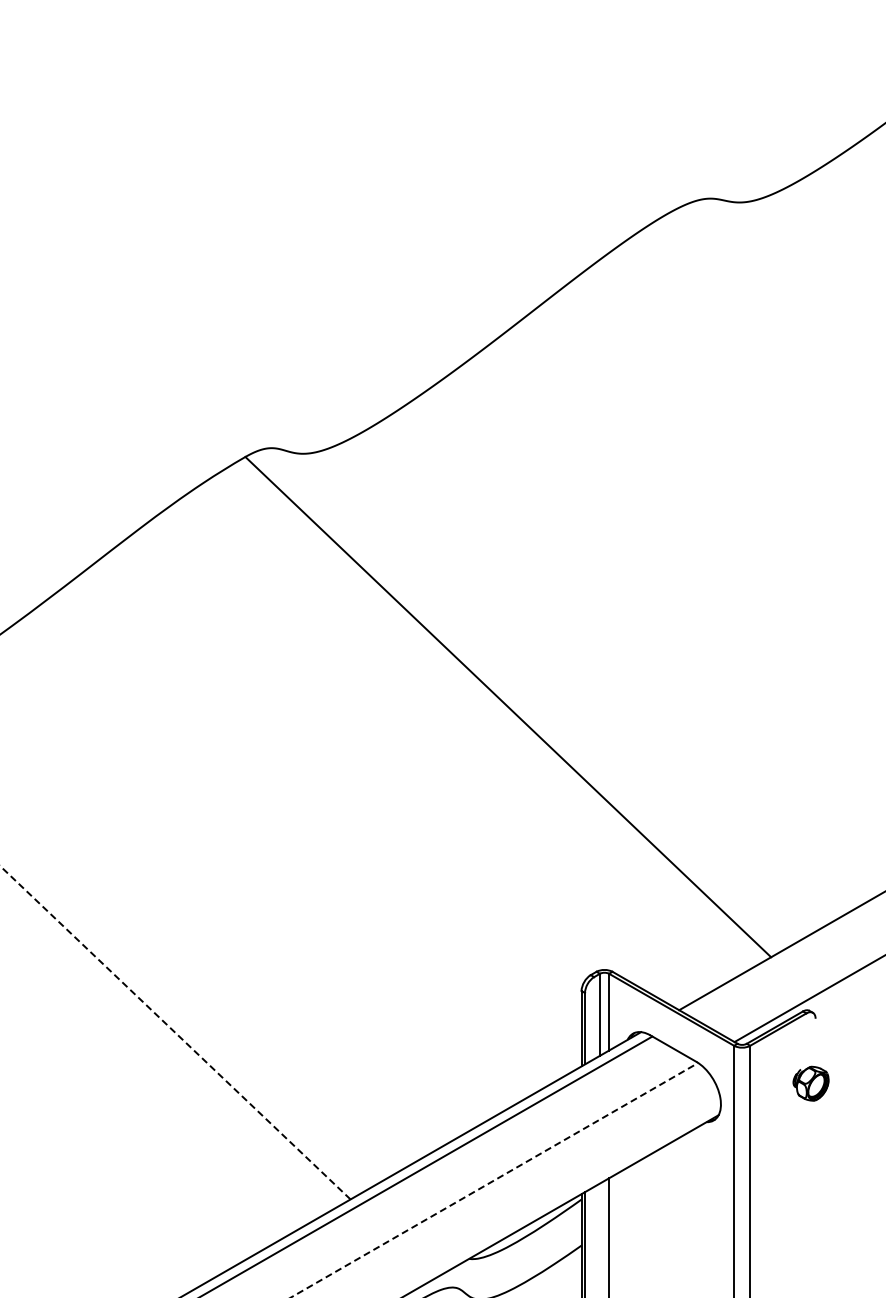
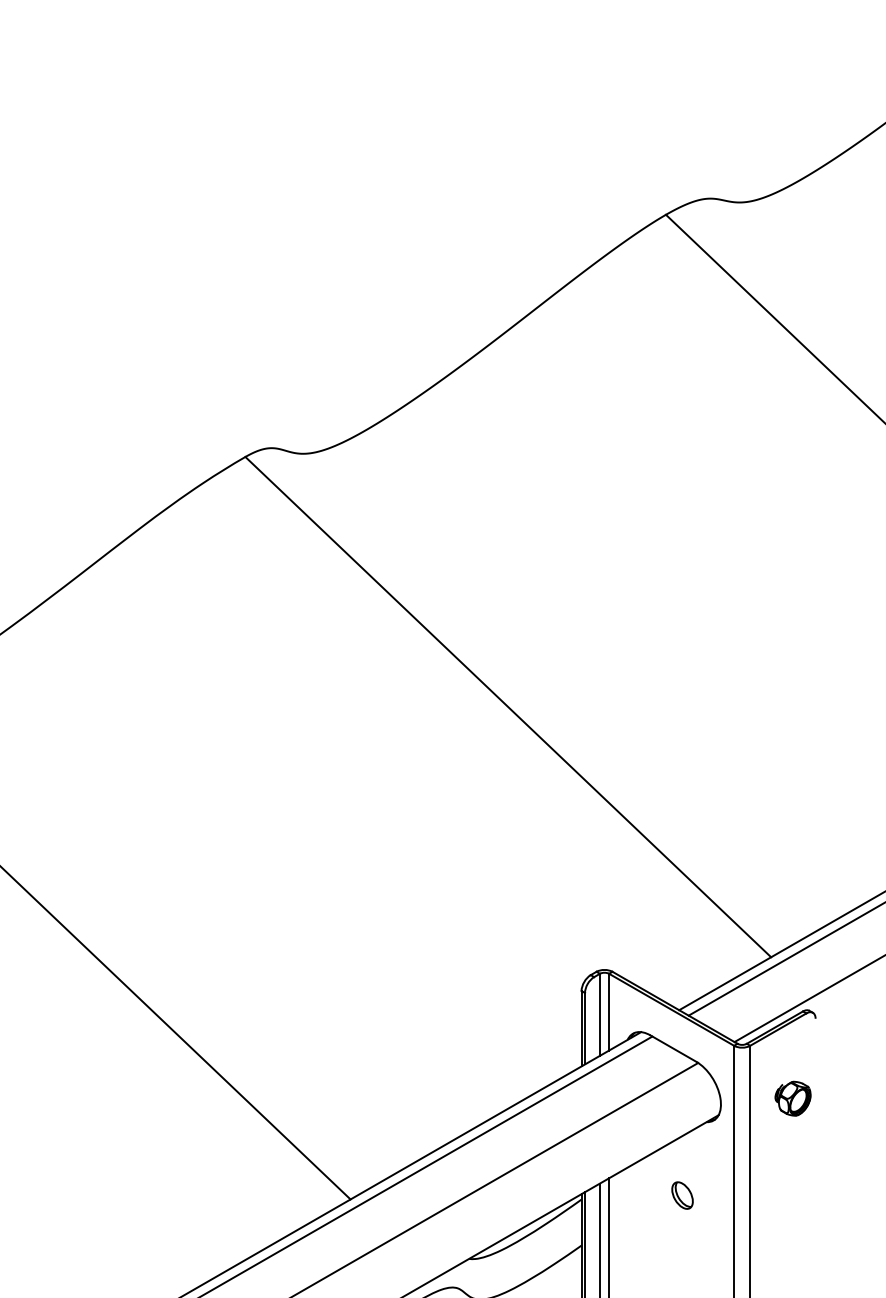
line at (773, 317): none -> present
line at (785, 959): none -> present
line at (175, 1032): dashed -> solid
part at (810, 1083) position: (810, 1083) -> (792, 1098)
line at (494, 1180): dashed -> solid
part at (682, 1195): none -> present
line at (599, 1238): none -> present
